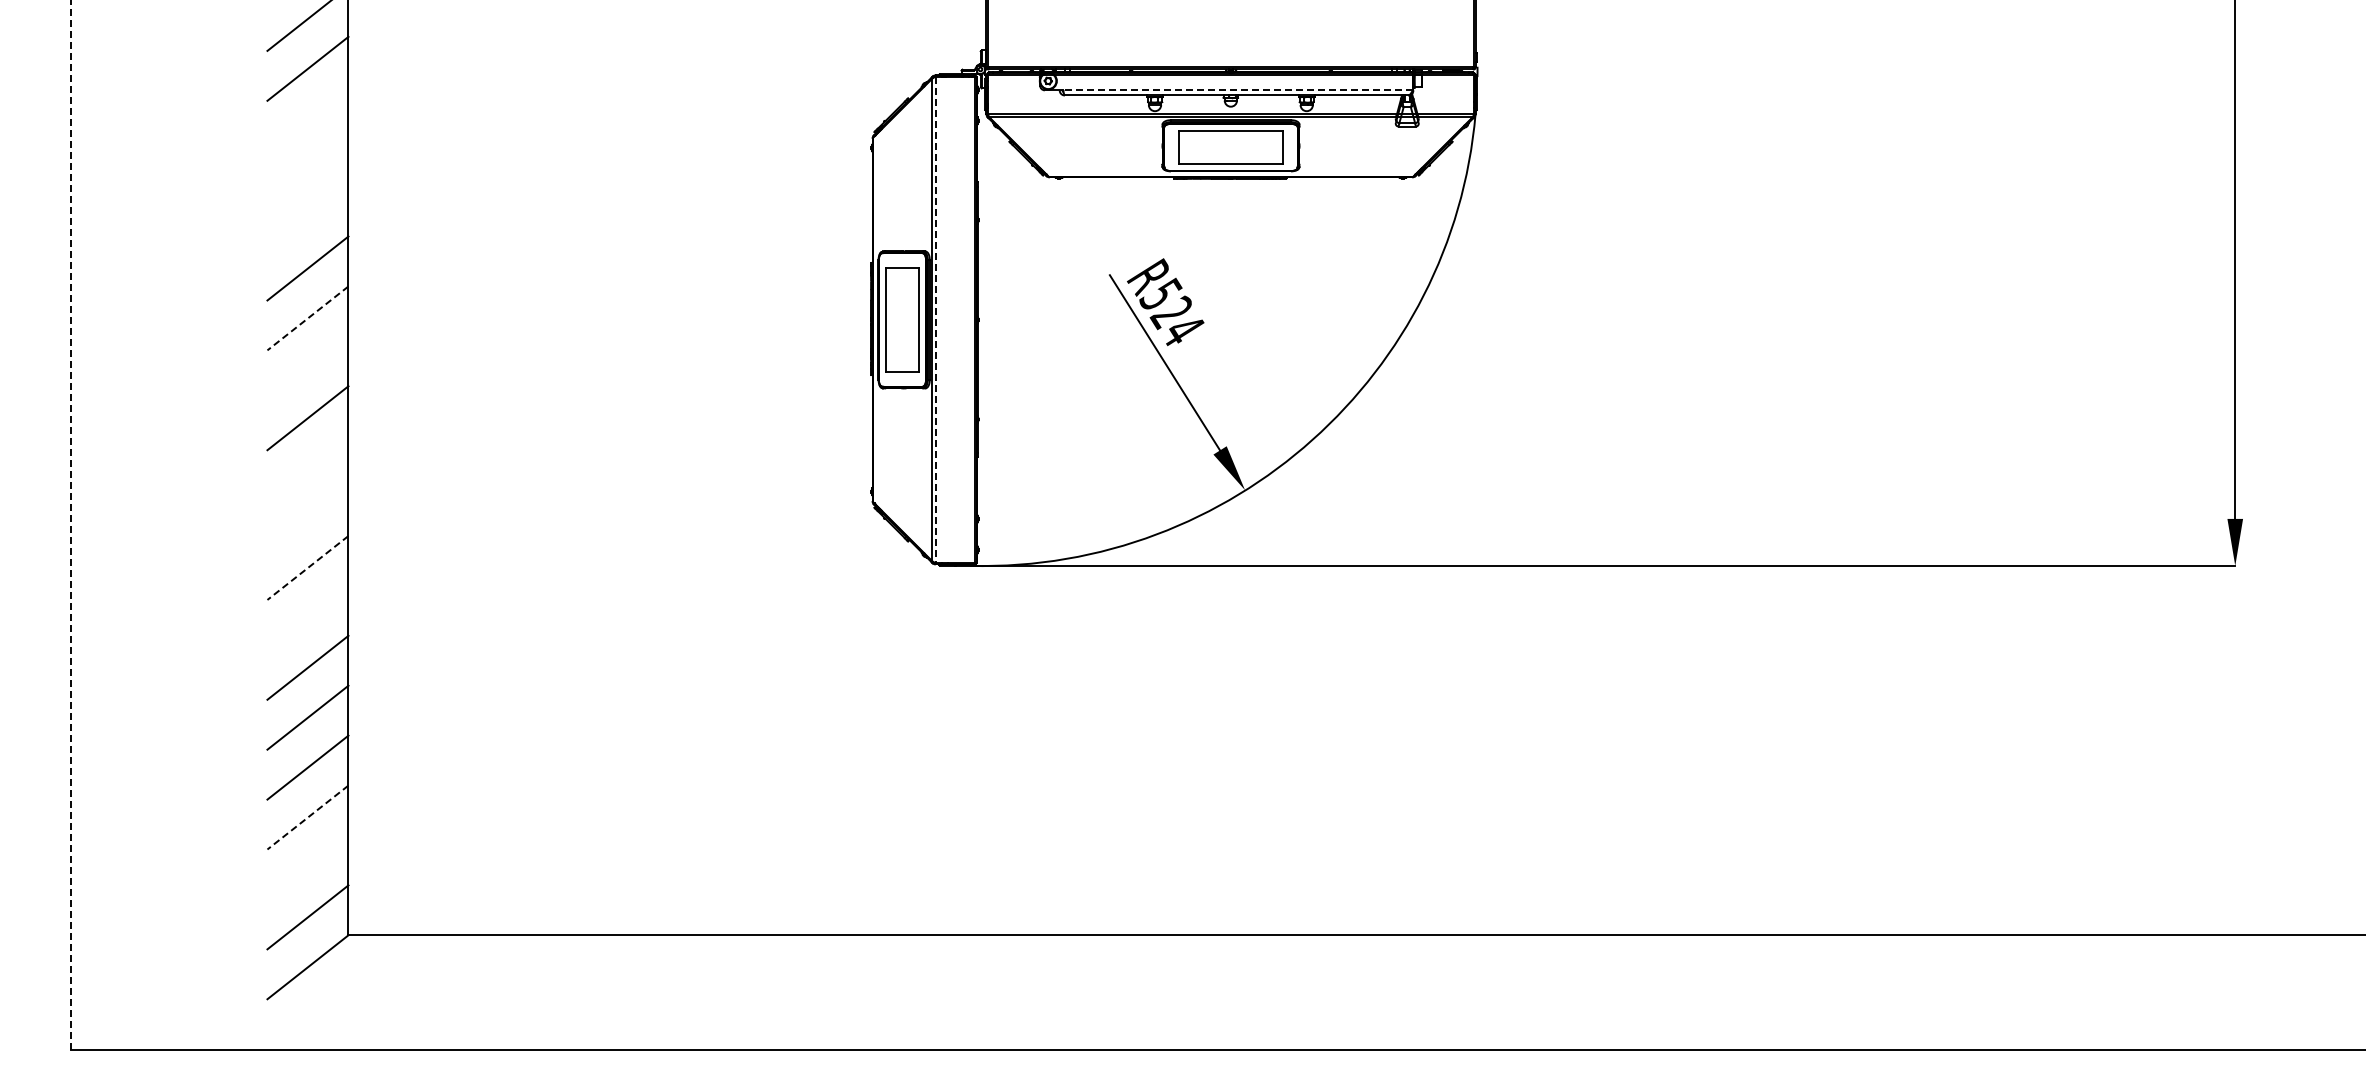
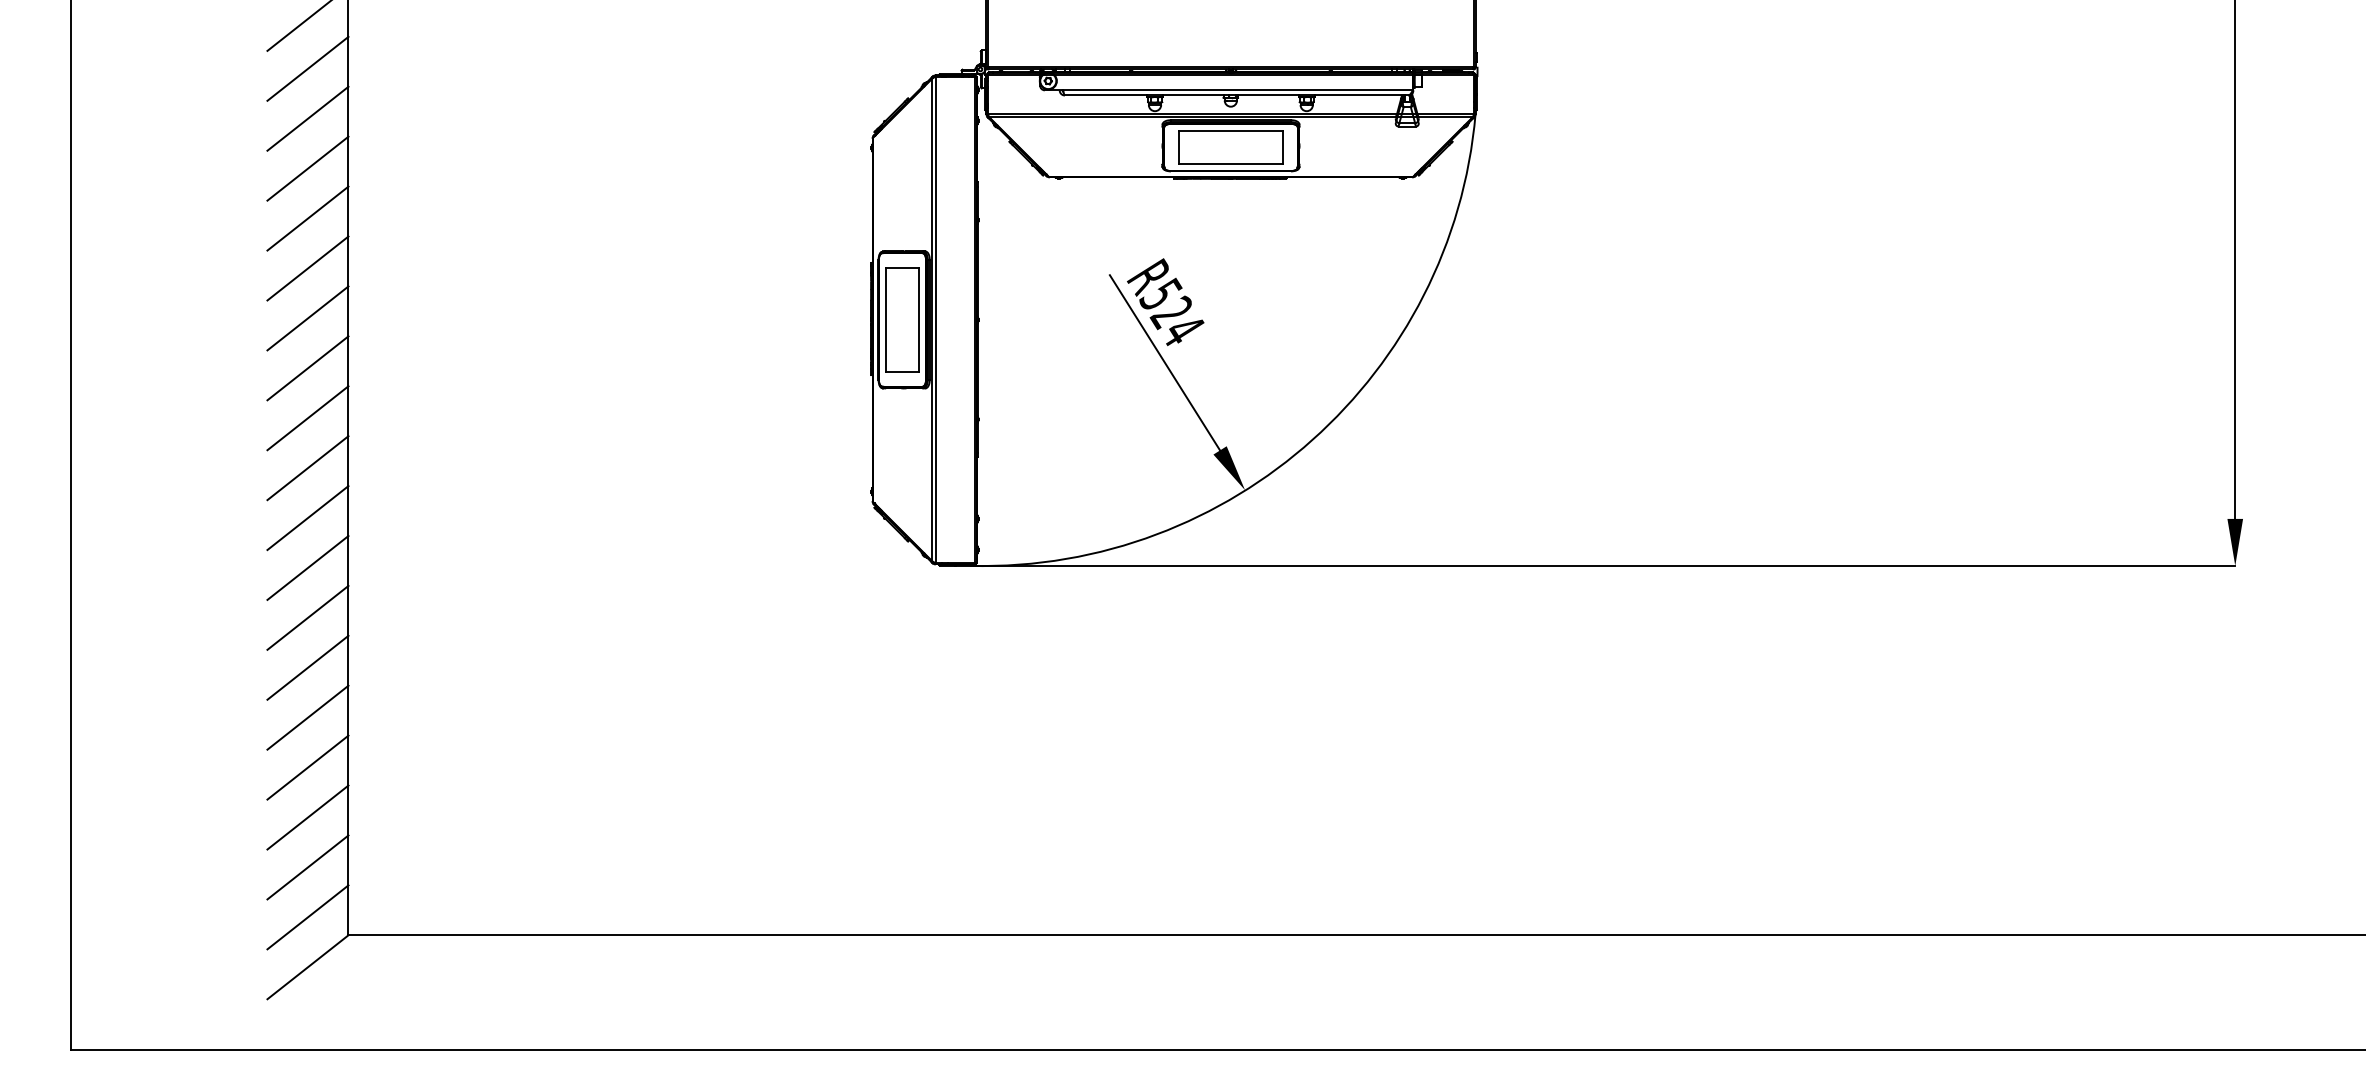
line at (1238, 90): dashed -> solid
line at (307, 118): none -> present
line at (307, 168): none -> present
line at (307, 218): none -> present
line at (307, 318): dashed -> solid
line at (936, 320): dashed -> solid
line at (307, 368): none -> present
line at (307, 468): none -> present
line at (307, 518): none -> present
line at (70, 525): dashed -> solid
line at (307, 567): dashed -> solid
line at (307, 617): none -> present
line at (307, 817): dashed -> solid
line at (307, 867): none -> present
